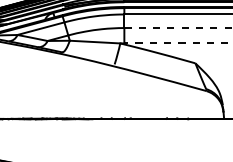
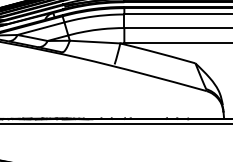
line at (178, 28): dashed -> solid
line at (178, 43): dashed -> solid
line at (115, 124): none -> present
